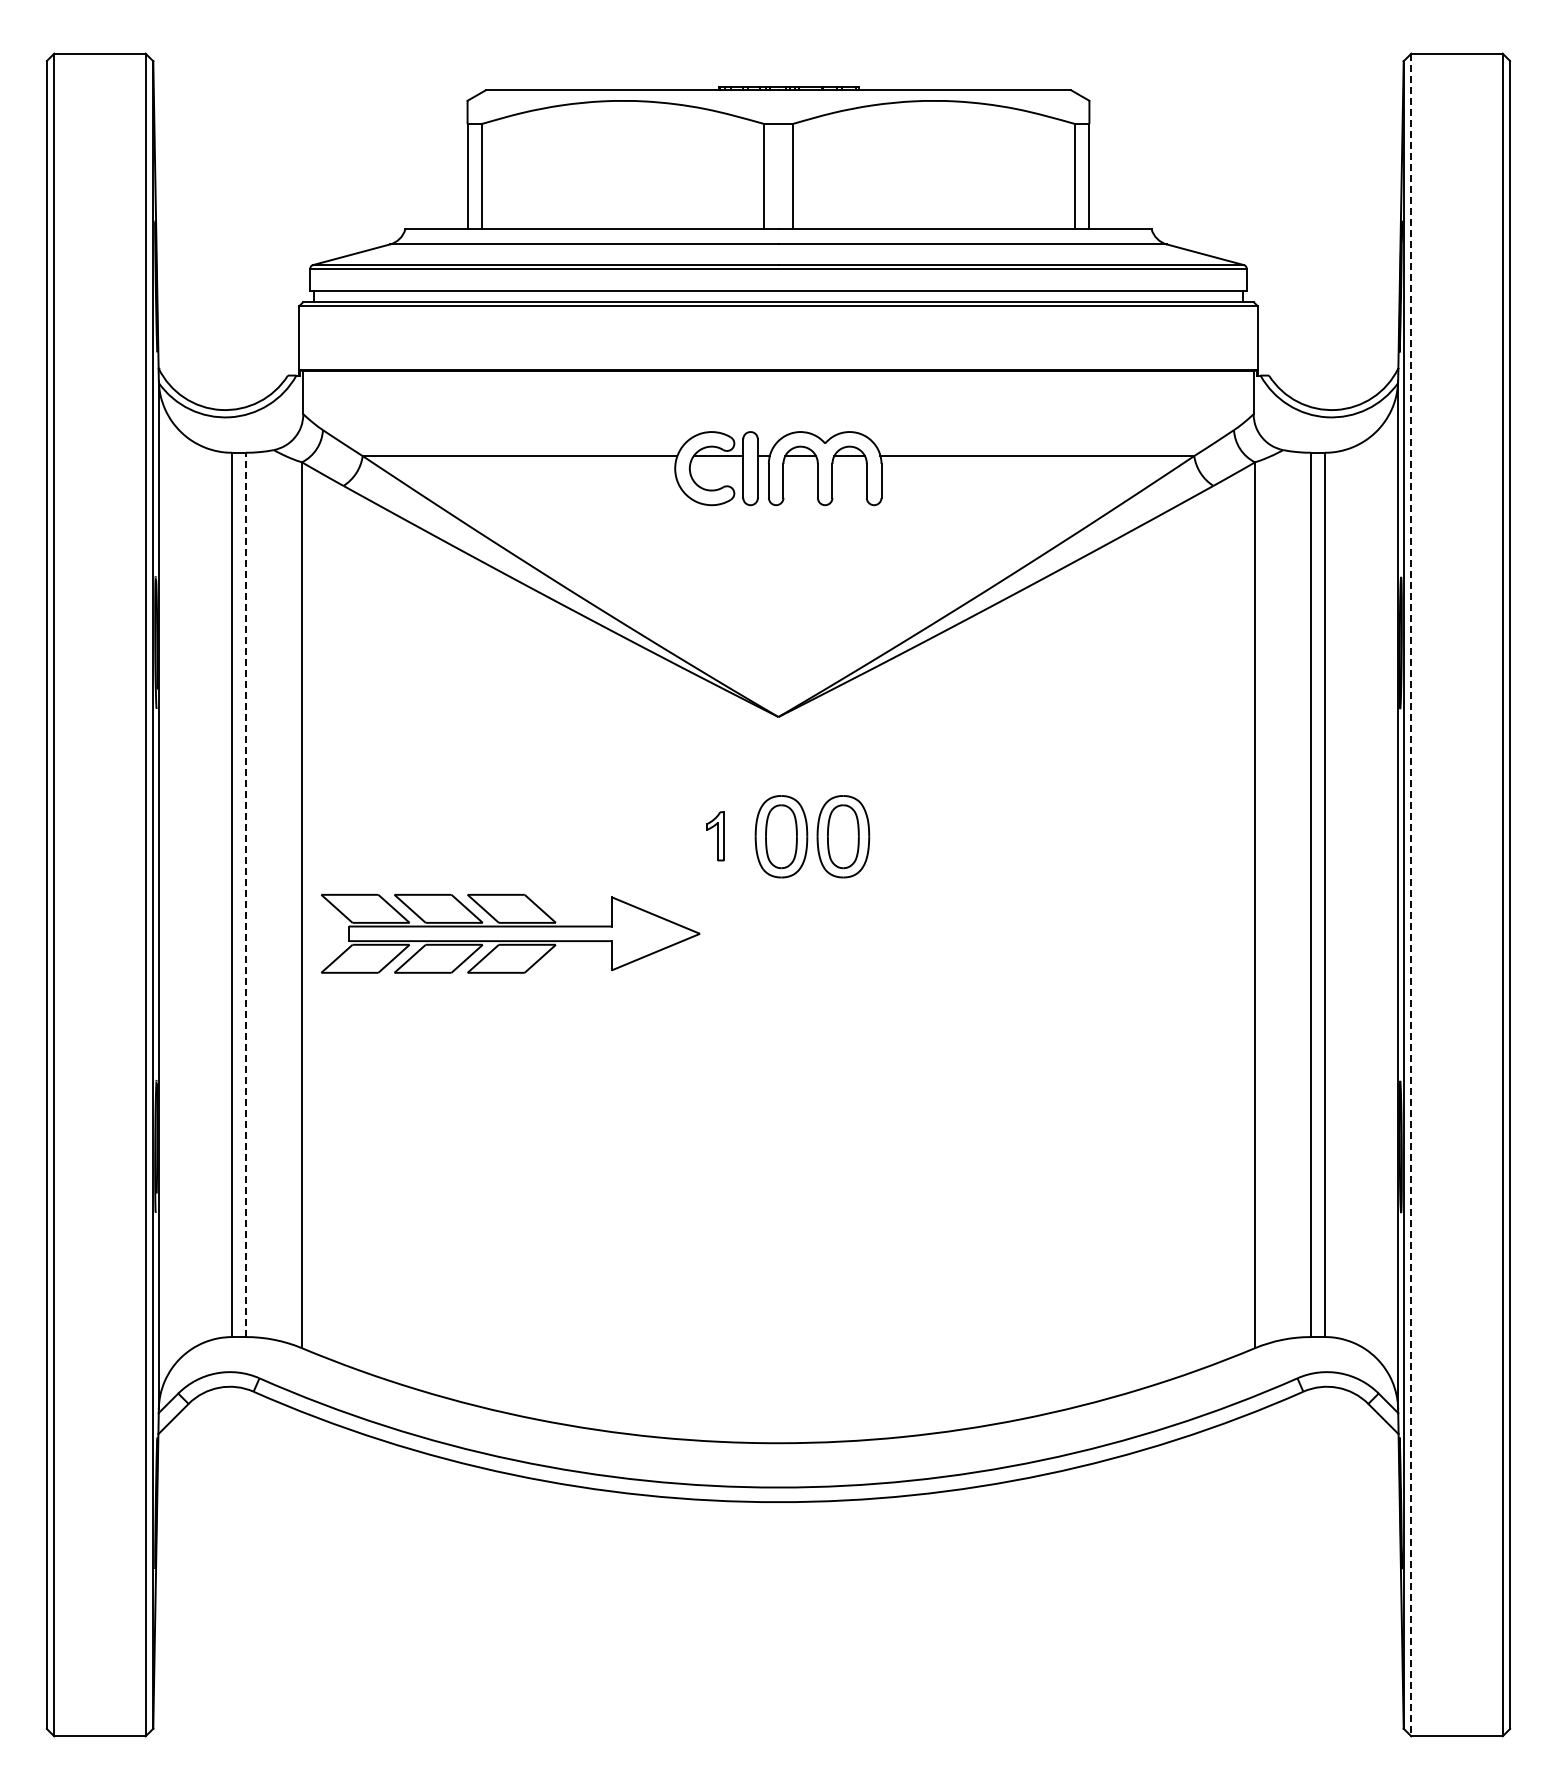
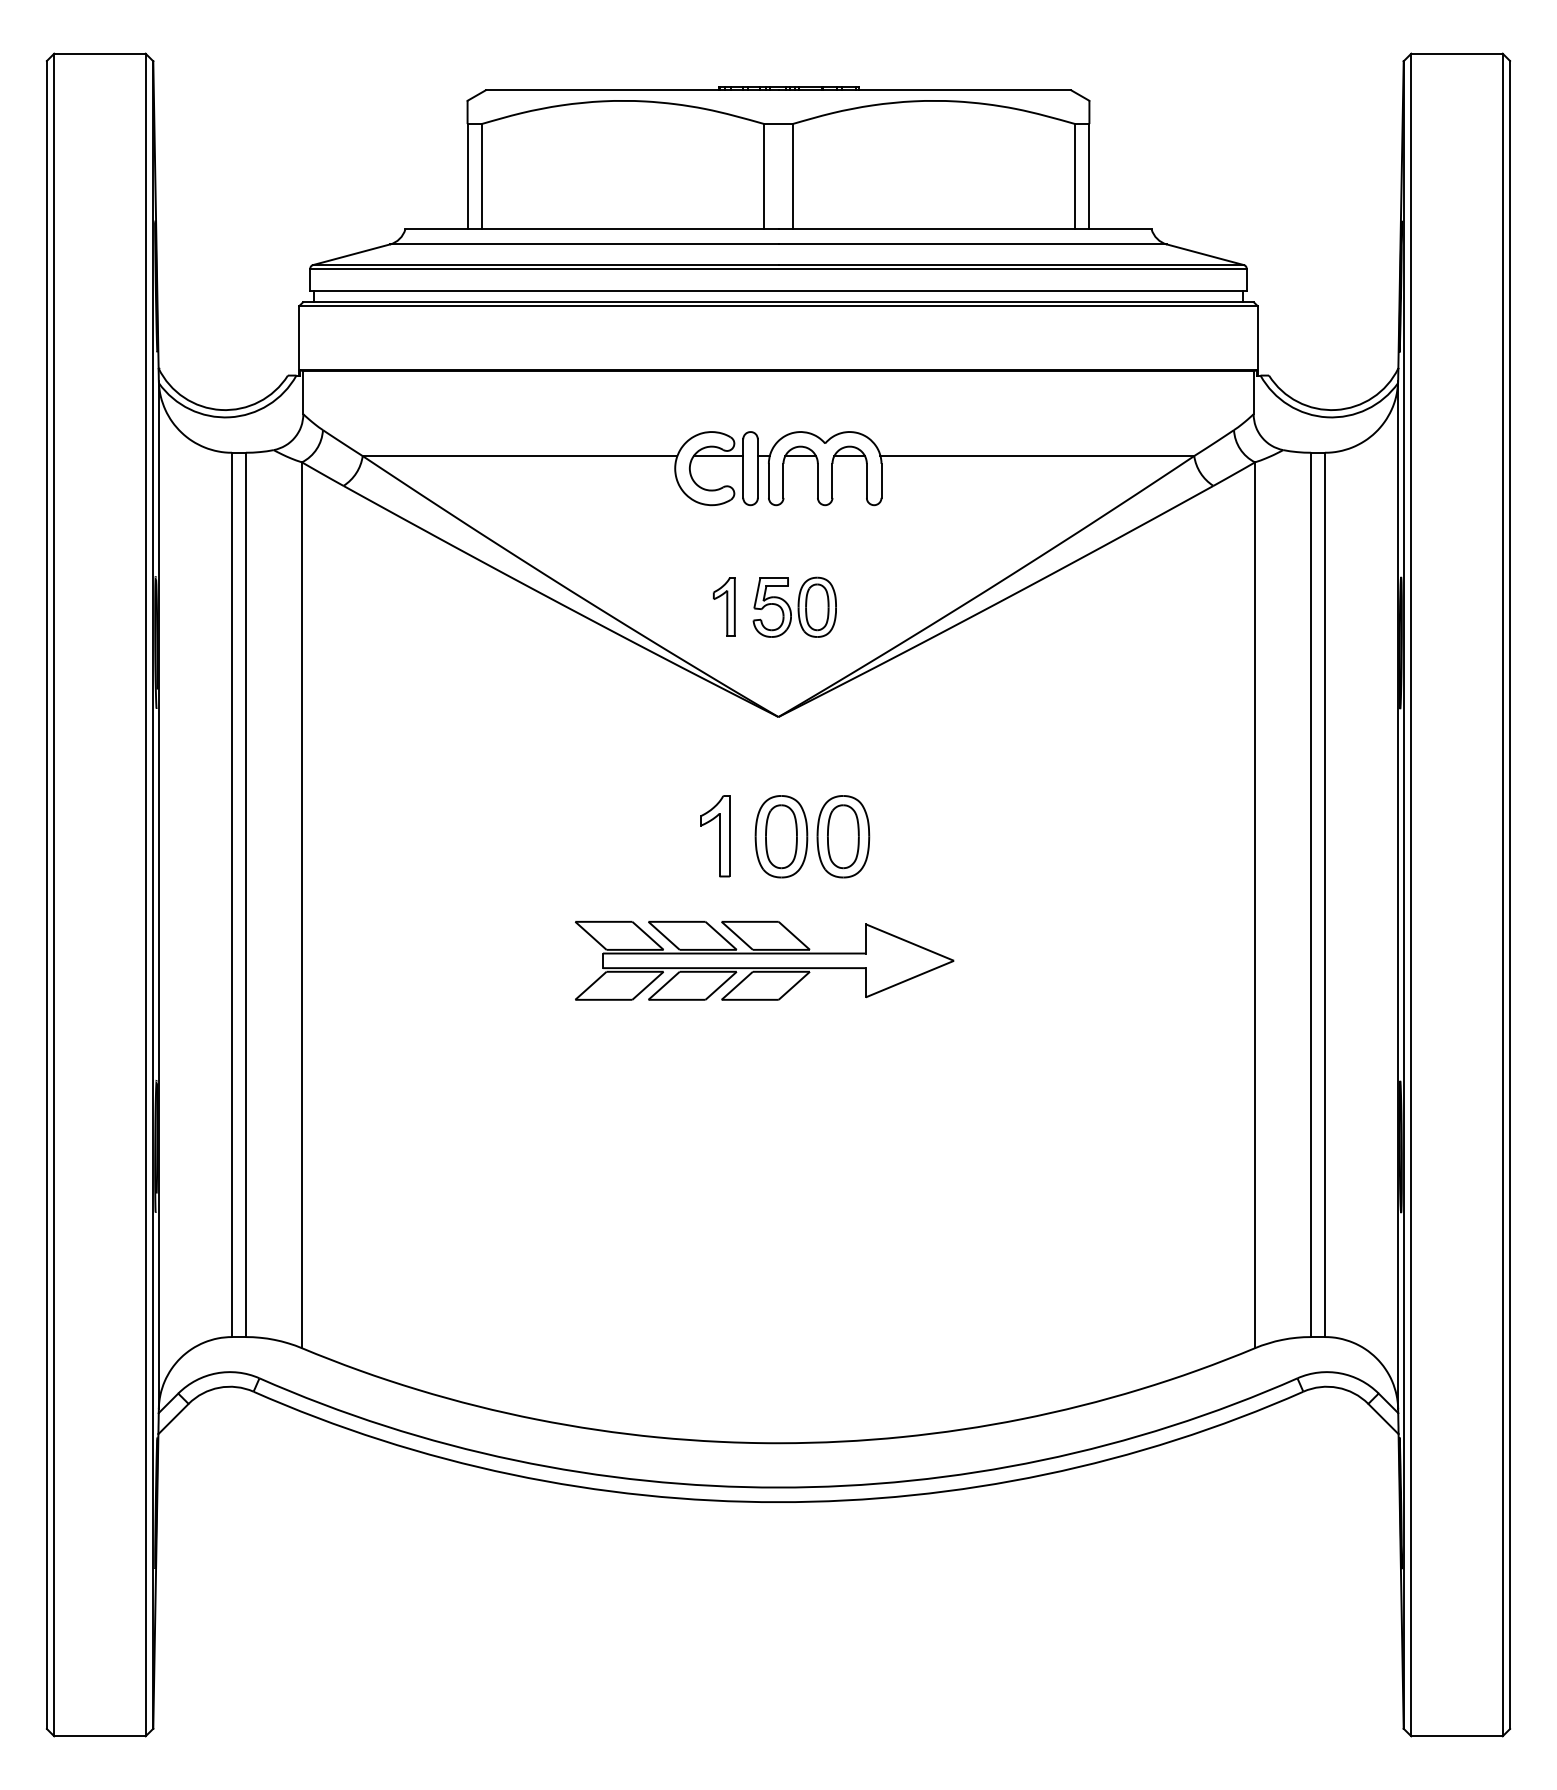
part at (723, 606): none -> present
part at (794, 606): none -> present
part at (715, 836) size: 19x51 px -> 31x83 px
line at (245, 894): dashed -> solid
line at (1411, 895): dashed -> solid
part at (510, 933) position: (510, 933) -> (764, 960)
